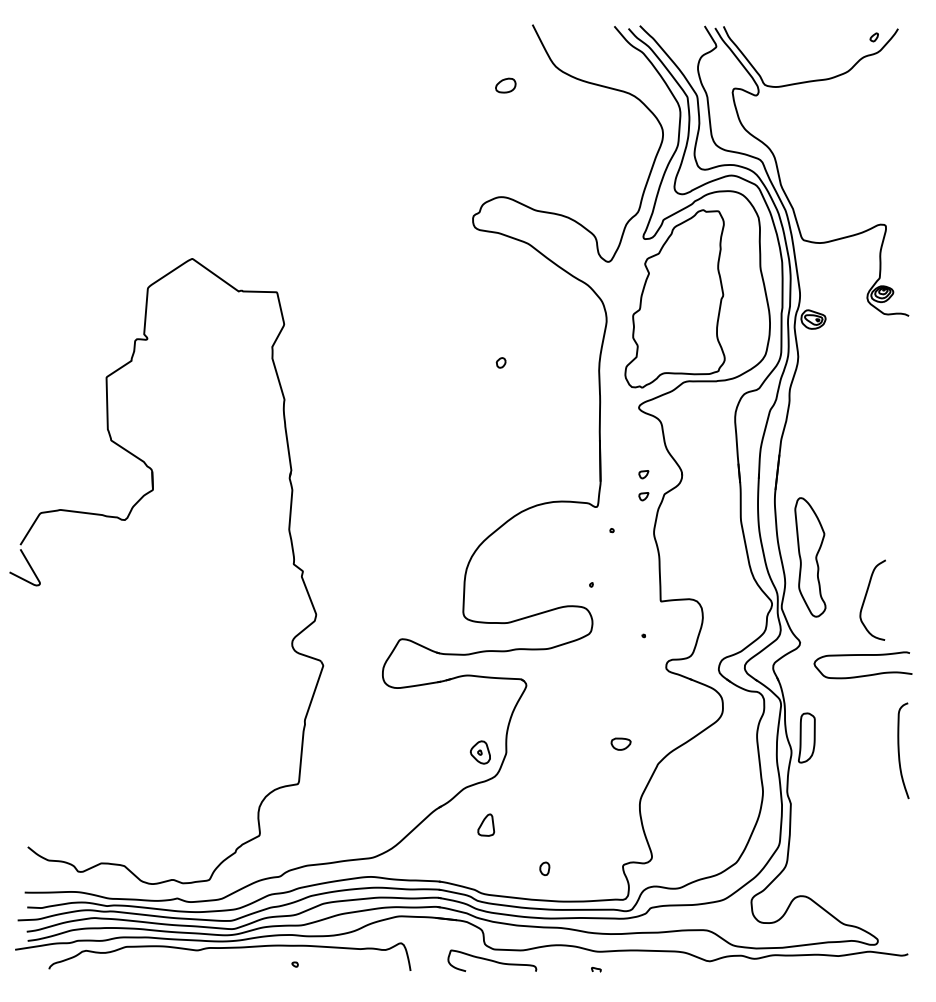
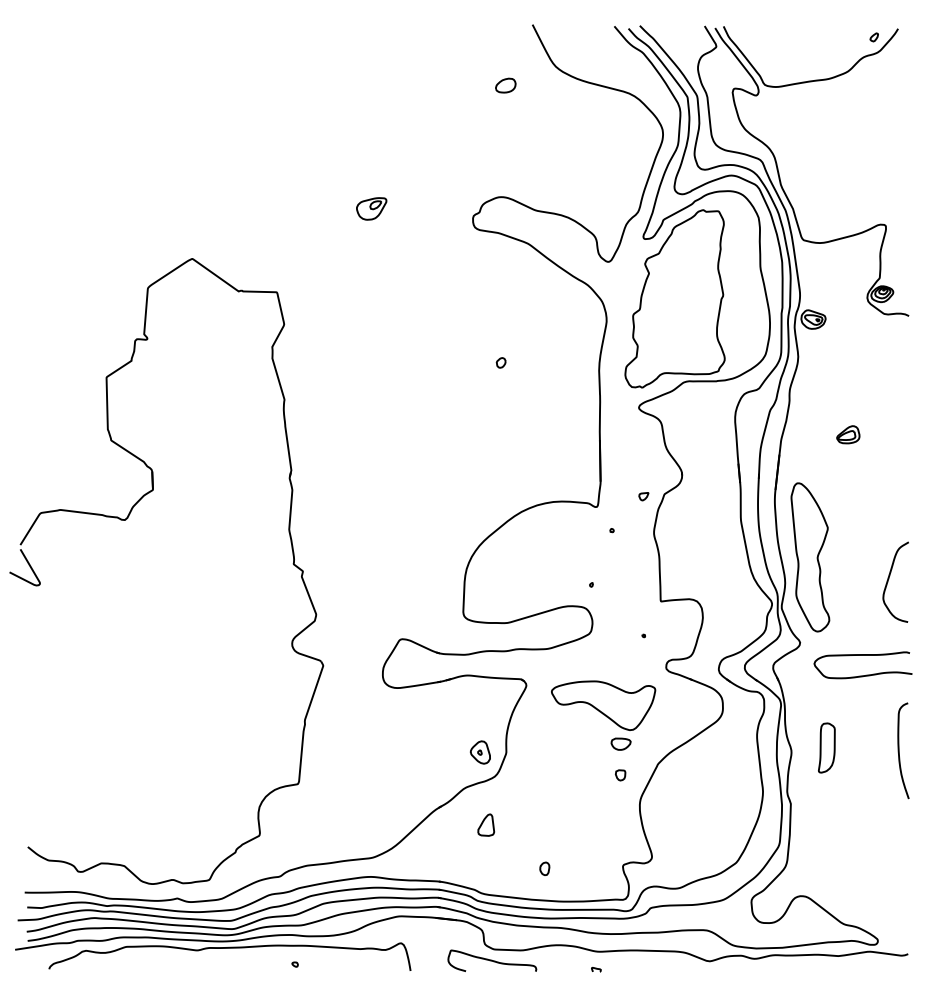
part at (371, 208): none -> present
part at (848, 434): none -> present
part at (643, 474): present -> none
part at (810, 557) size: 33x121 px -> 41x151 px
curve at (866, 597) position: (866, 597) -> (889, 579)
part at (603, 705): none -> present
part at (806, 737) position: (806, 737) -> (826, 747)
part at (620, 775): none -> present
